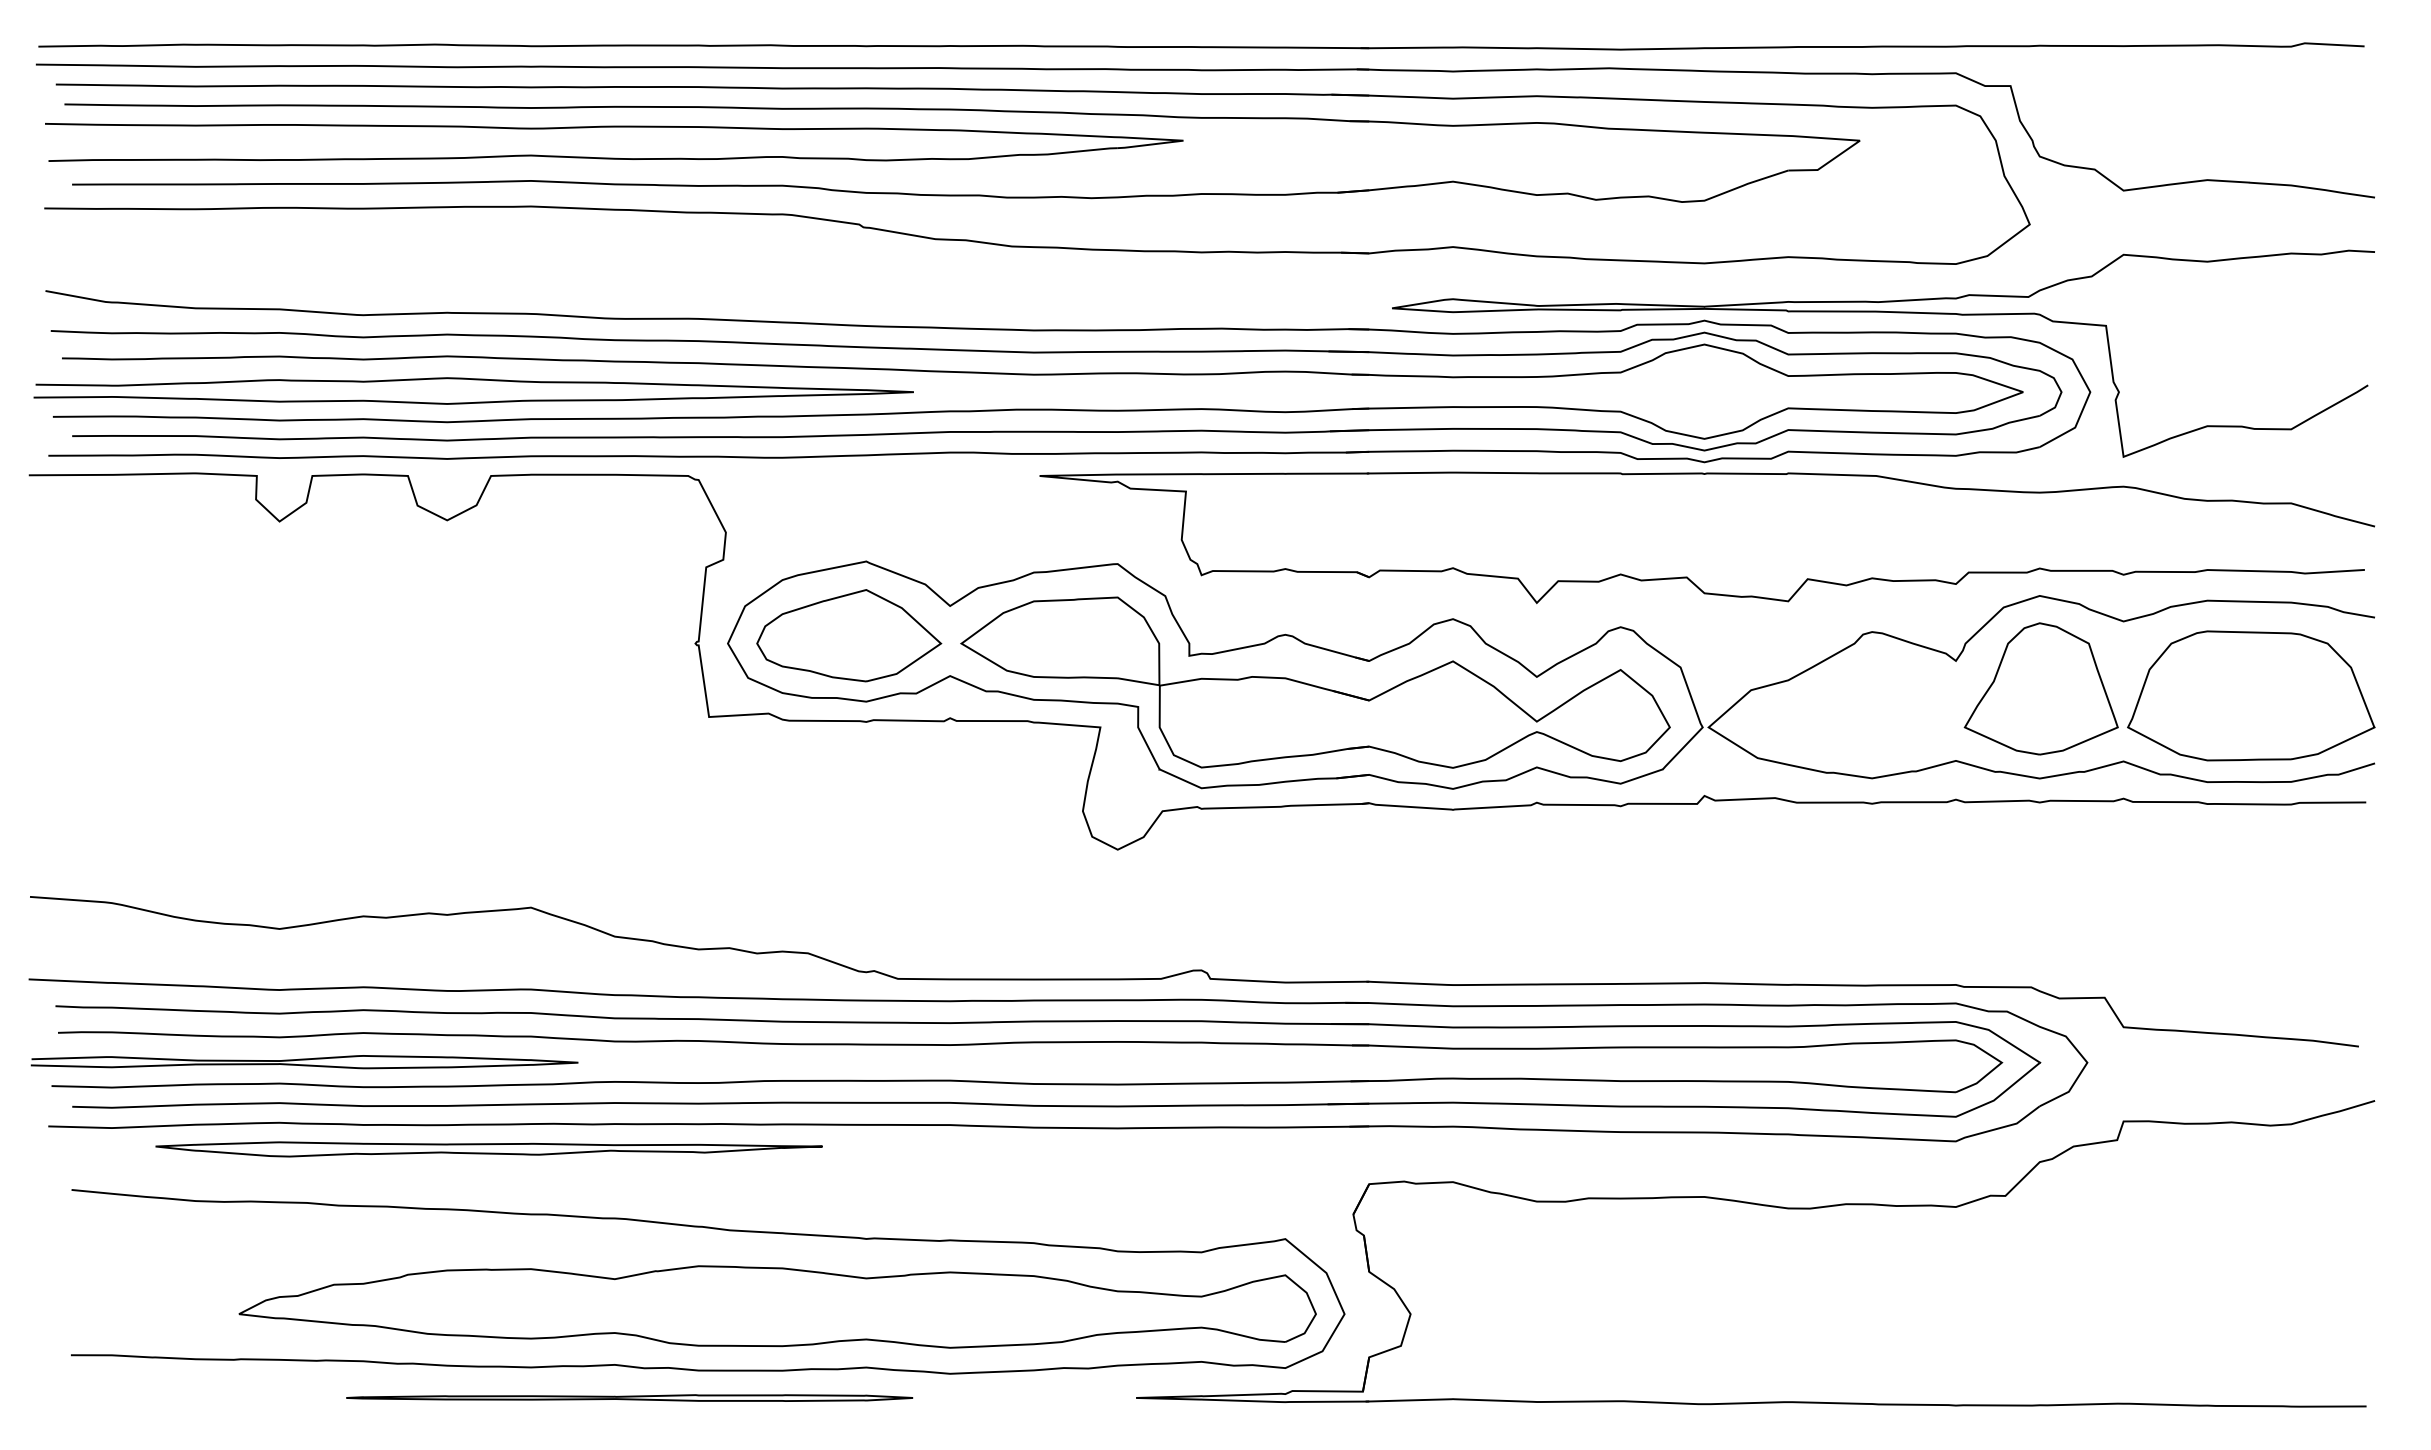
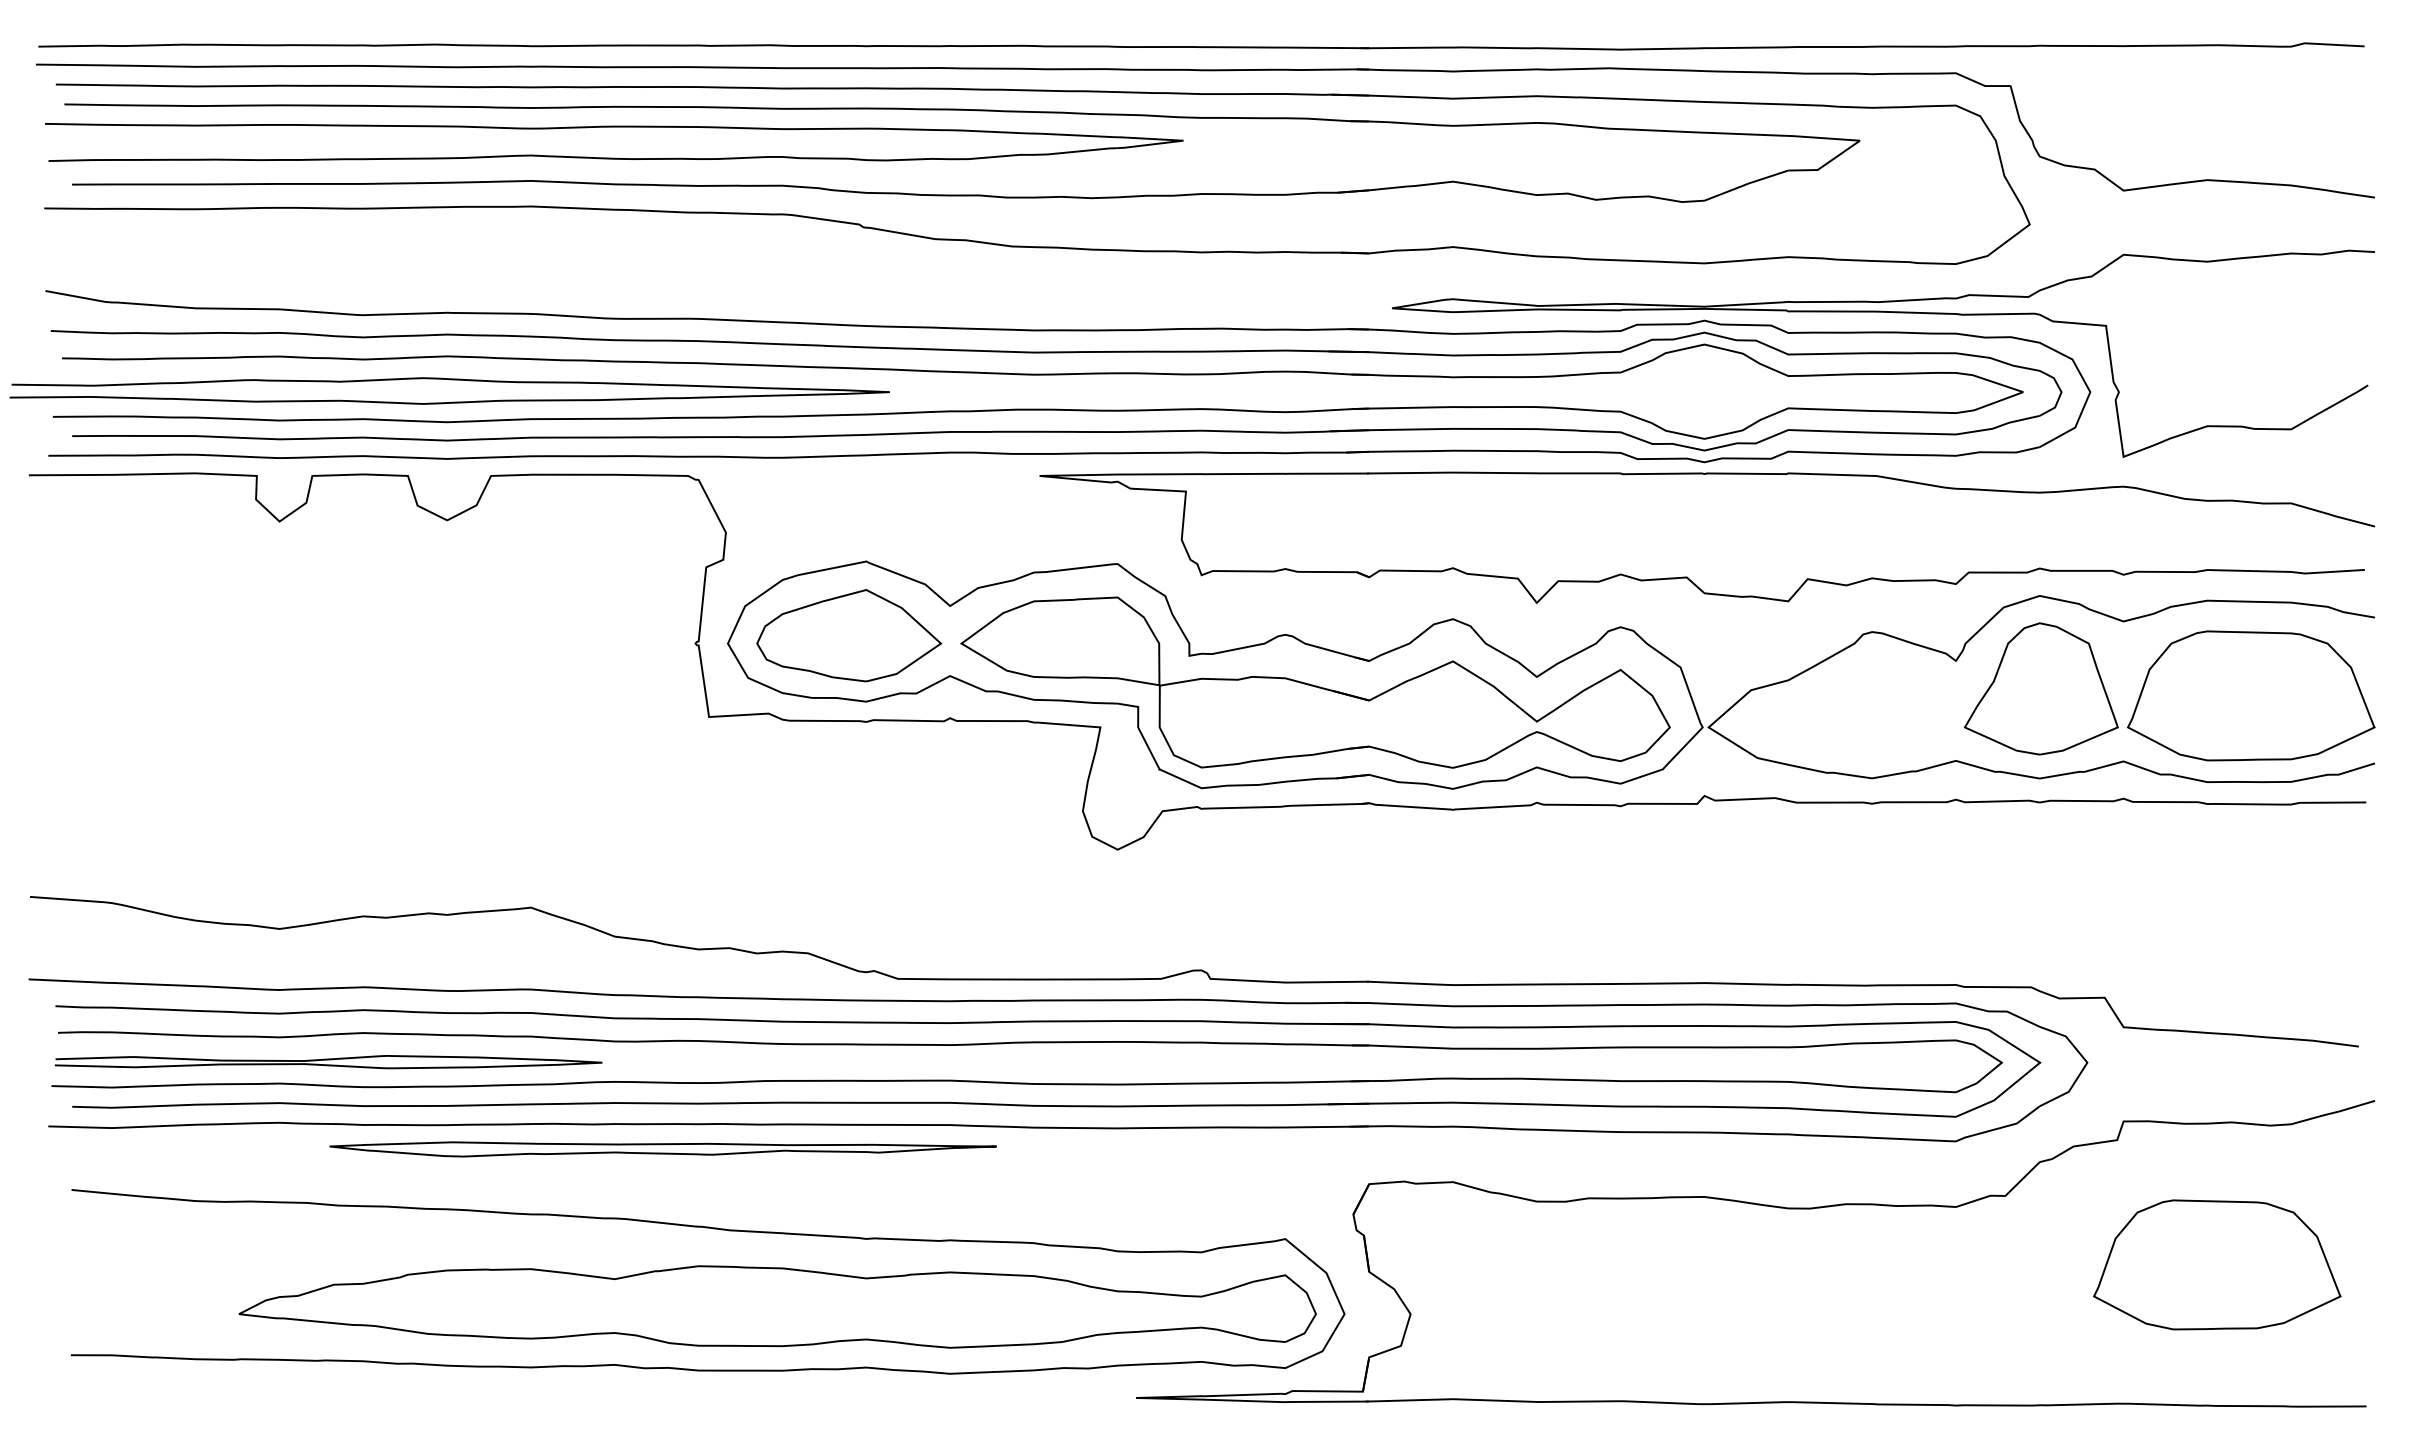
curve at (473, 380) position: (473, 380) -> (449, 380)
curve at (304, 1060) position: (304, 1060) -> (328, 1060)
part at (488, 1149) position: (488, 1149) -> (662, 1149)
part at (2217, 1264): none -> present
part at (629, 1397): present -> none
